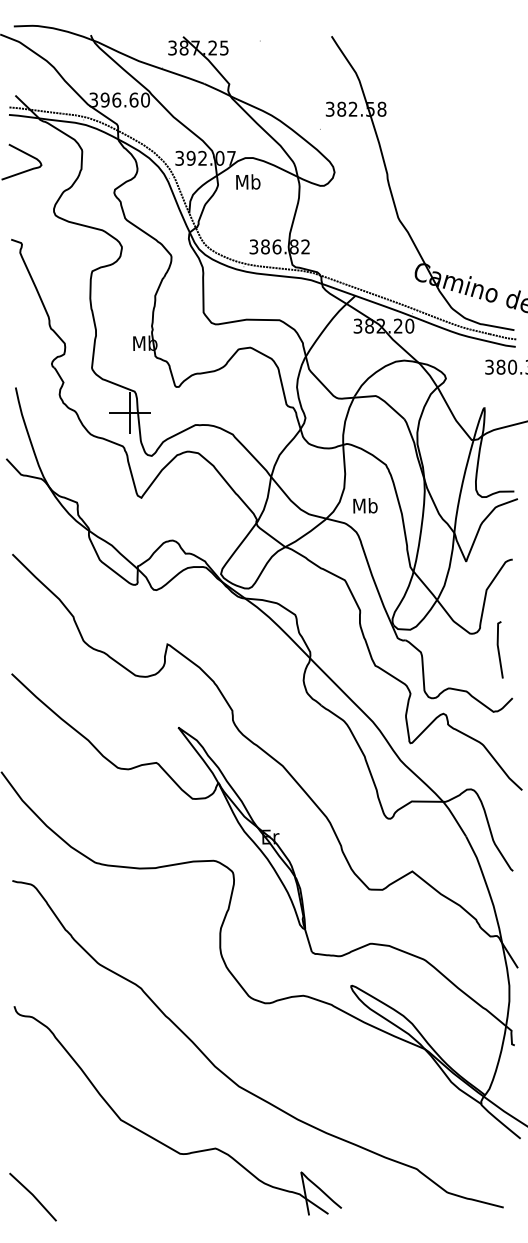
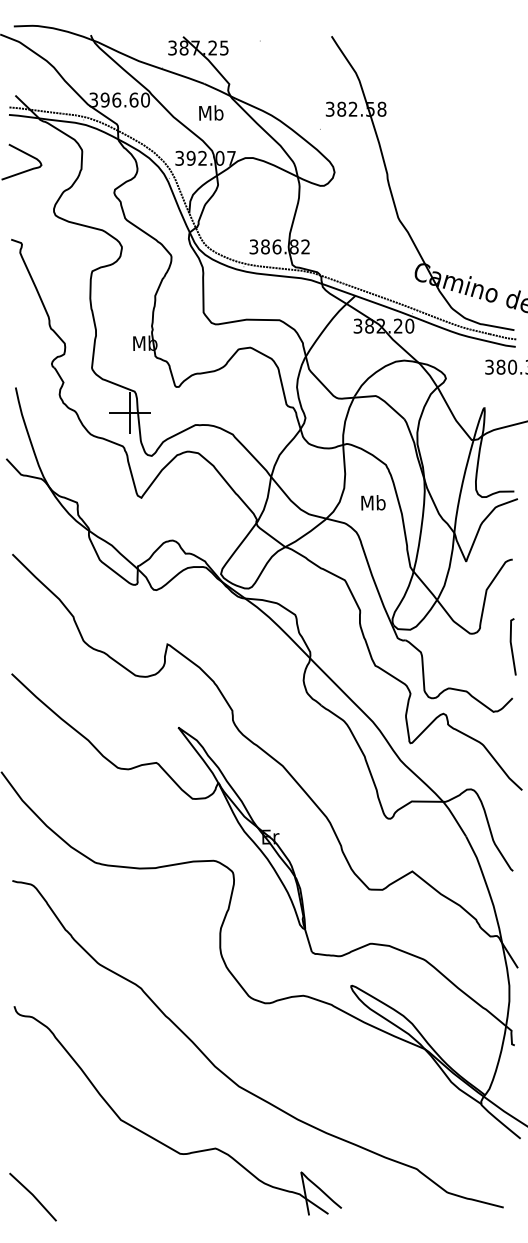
text at (248, 181) position: (248, 181) -> (211, 112)
text at (365, 505) position: (365, 505) -> (373, 502)
line at (499, 649) position: (499, 649) -> (512, 646)
